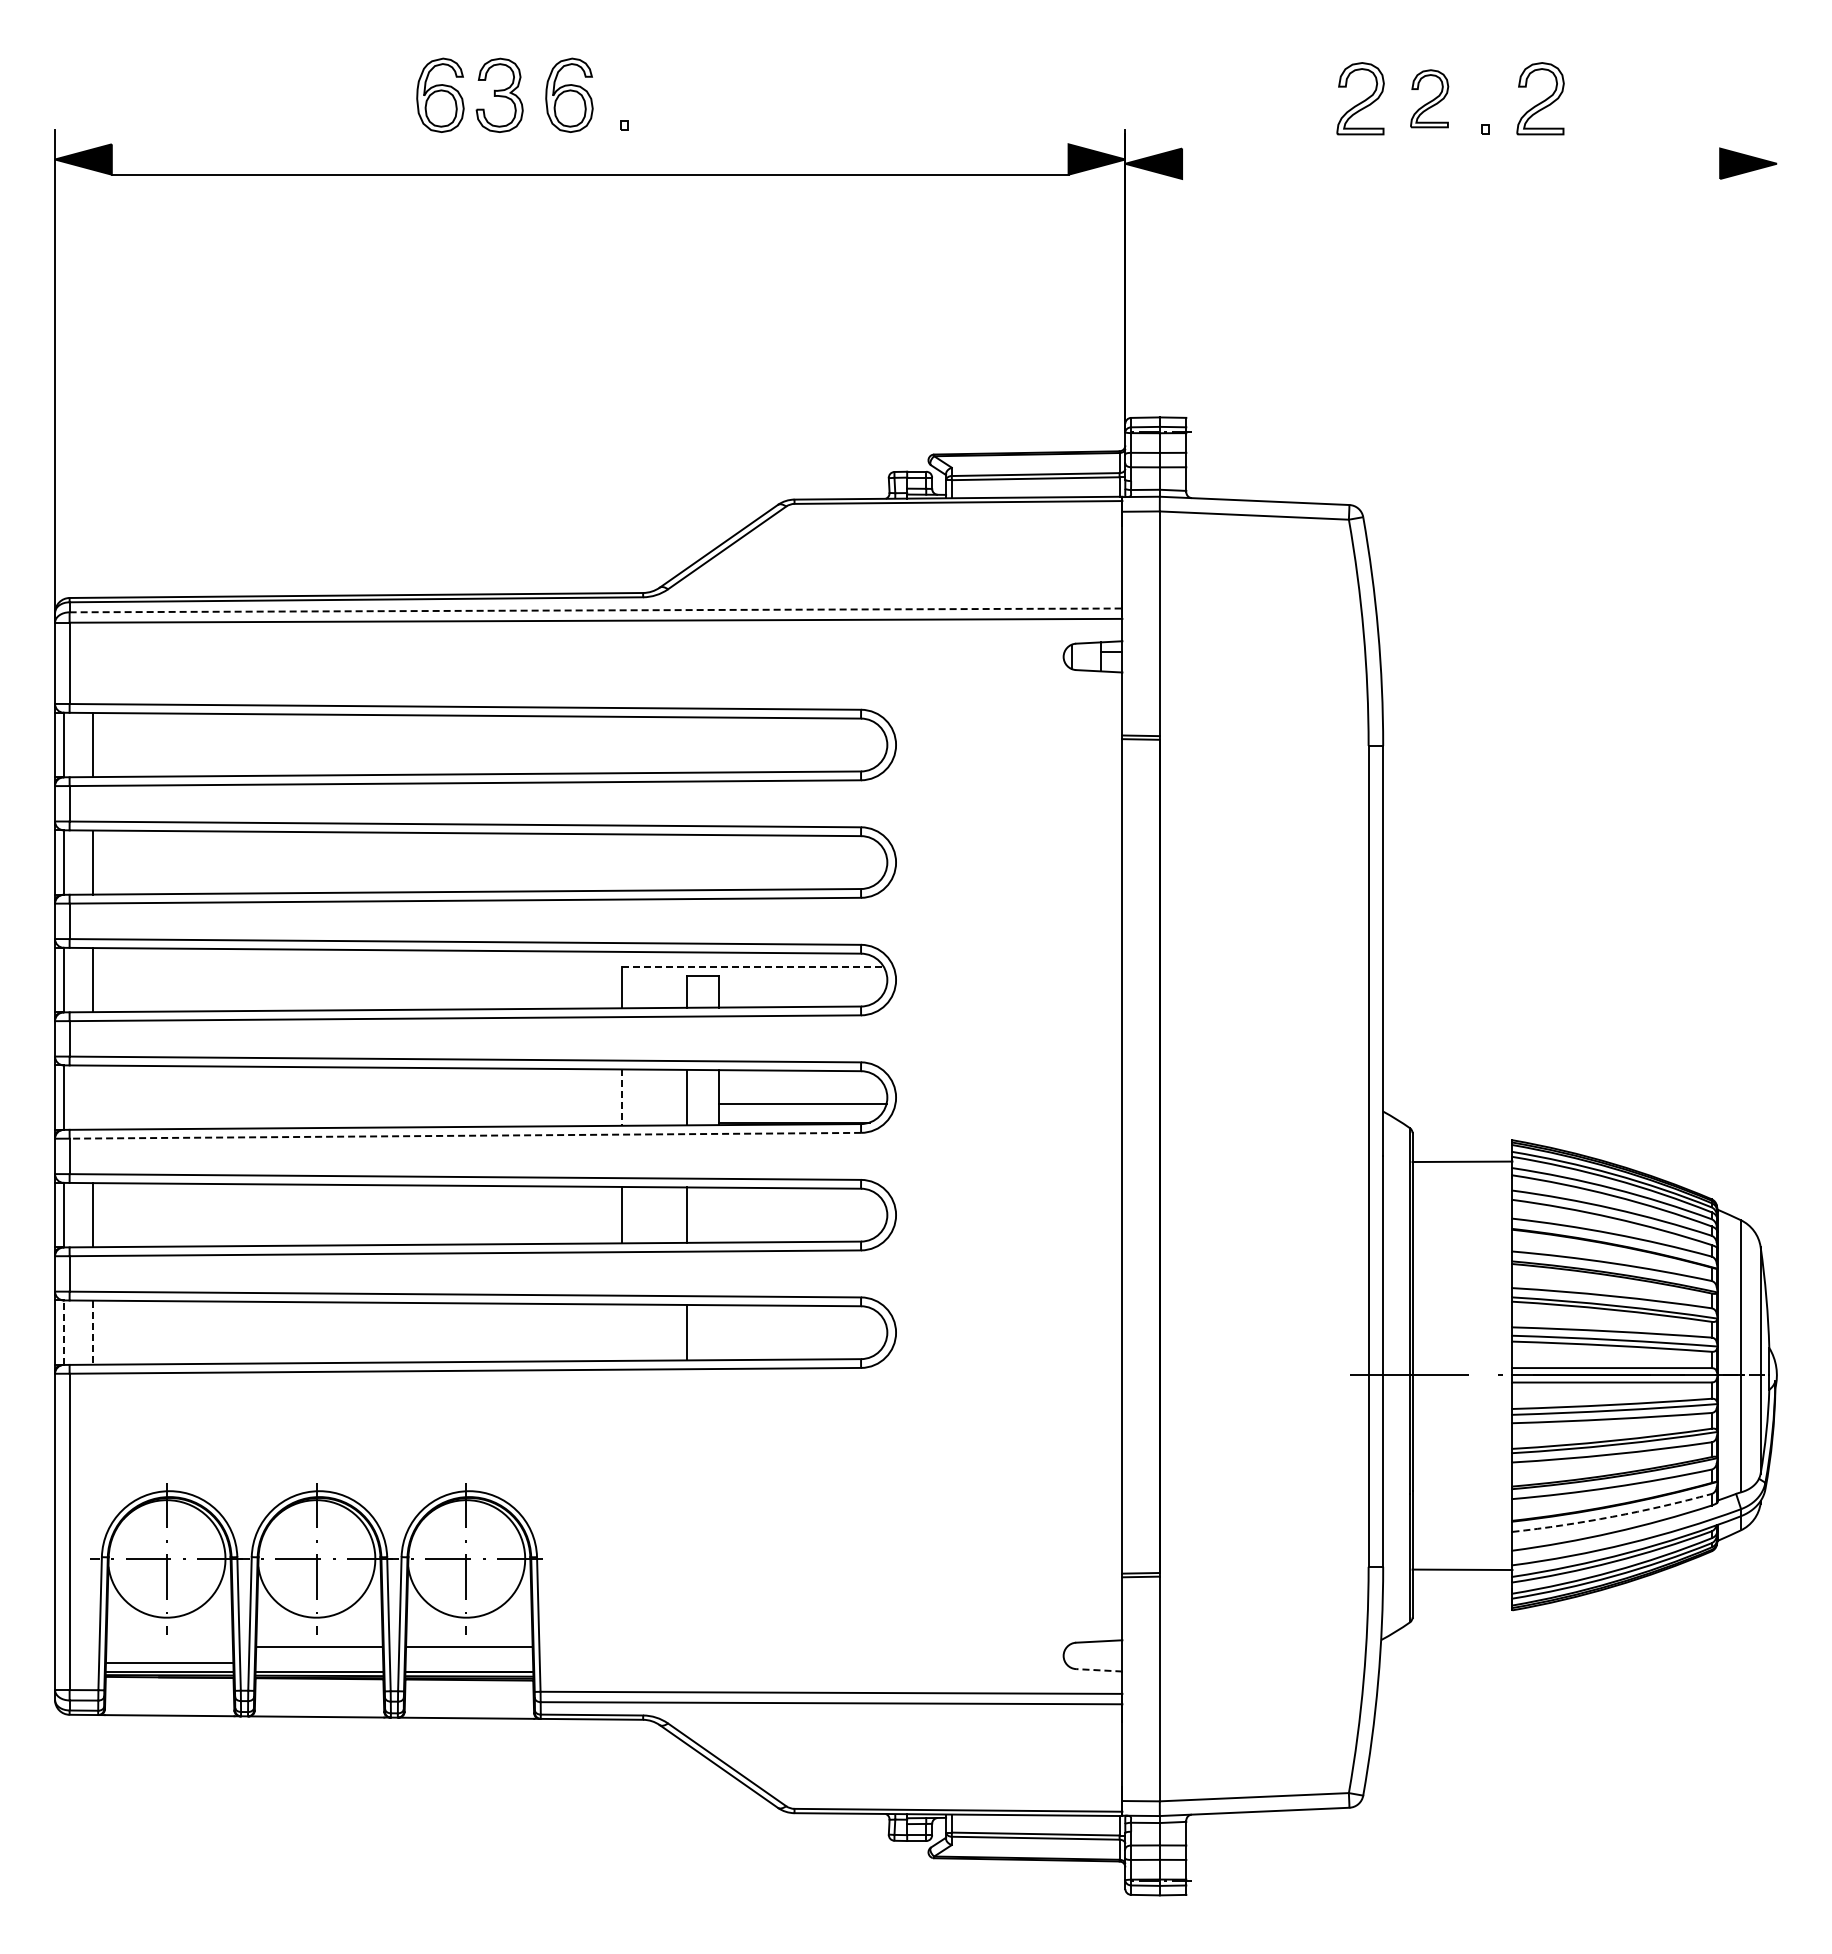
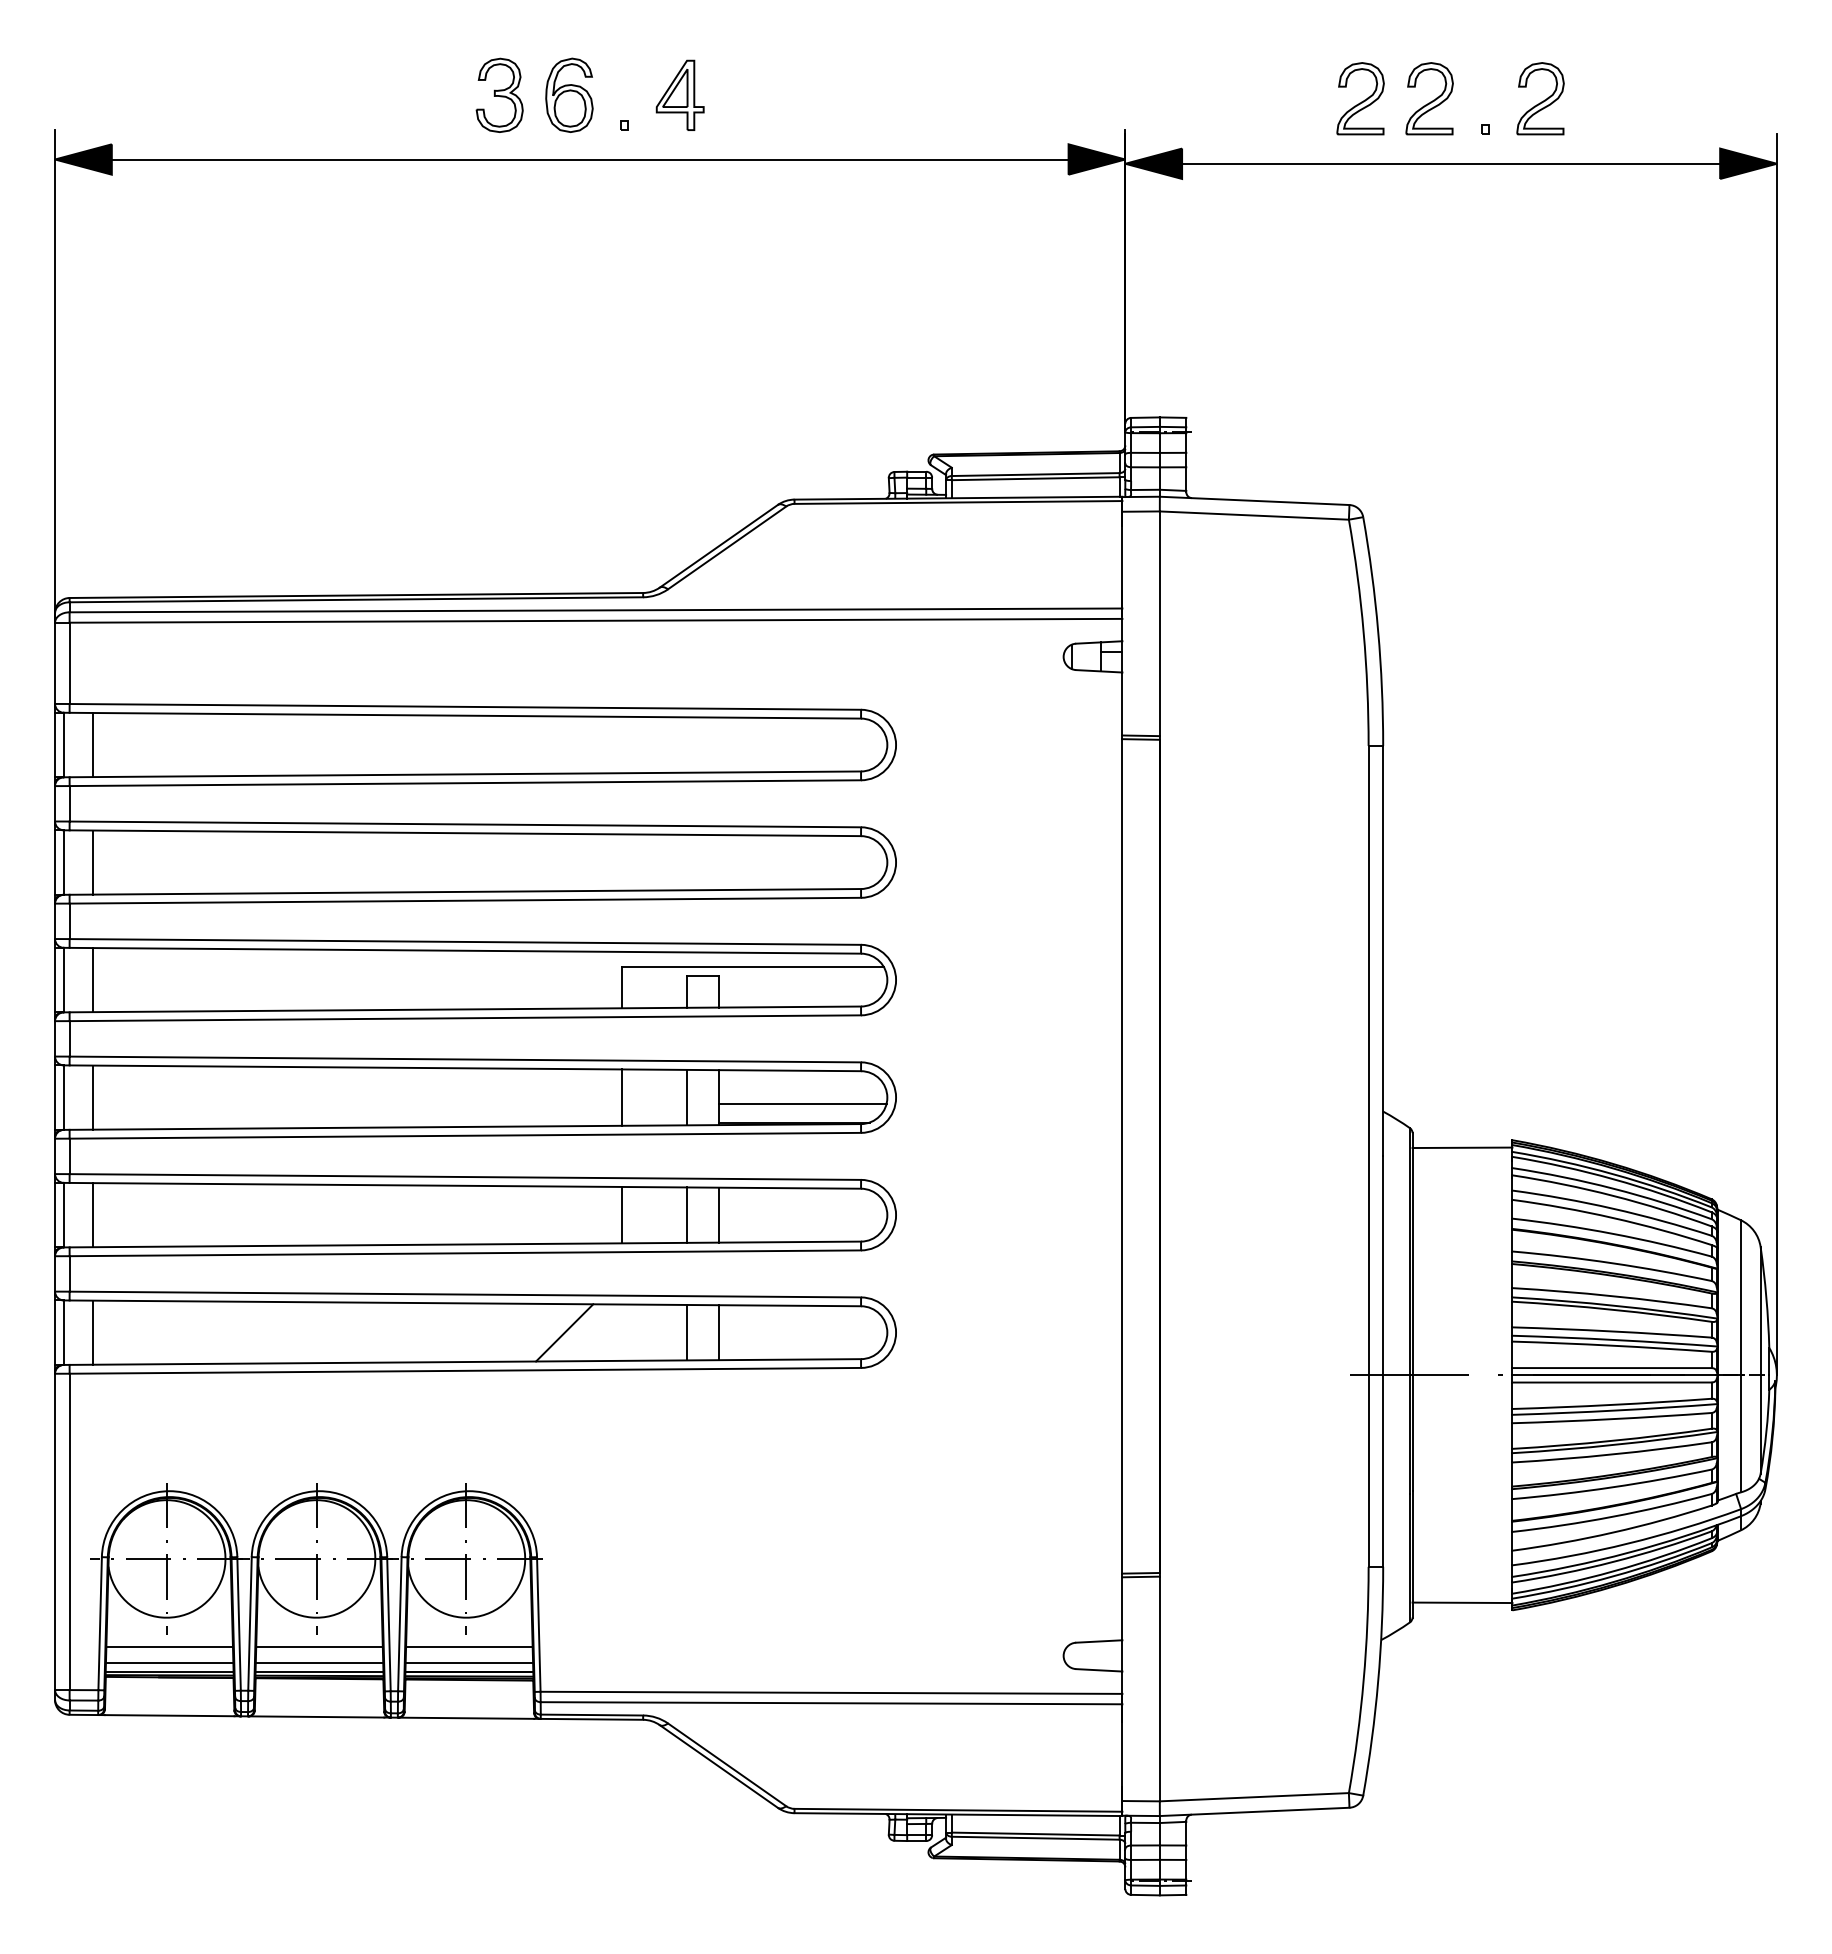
part at (440, 94): present -> none
part at (679, 94): none -> present
part at (1429, 98) size: 40x60 px -> 49x74 px
line at (1451, 163): none -> present
line at (589, 174) position: (589, 174) -> (589, 159)
line at (596, 610): dashed -> solid
line at (1776, 754): none -> present
line at (752, 966): dashed -> solid
line at (93, 1097): none -> present
line at (622, 1098): dashed -> solid
line at (465, 1135): dashed -> solid
line at (1462, 1161) position: (1462, 1161) -> (1462, 1147)
line at (719, 1214): none -> present
line at (63, 1332): dashed -> solid
line at (564, 1332): none -> present
line at (719, 1332): none -> present
line at (93, 1333): dashed -> solid
arc at (1612, 1516): dashed -> solid
line at (1462, 1569) position: (1462, 1569) -> (1462, 1602)
line at (169, 1647): none -> present
line at (319, 1663): none -> present
line at (469, 1663): none -> present
line at (1098, 1670): dashed -> solid
